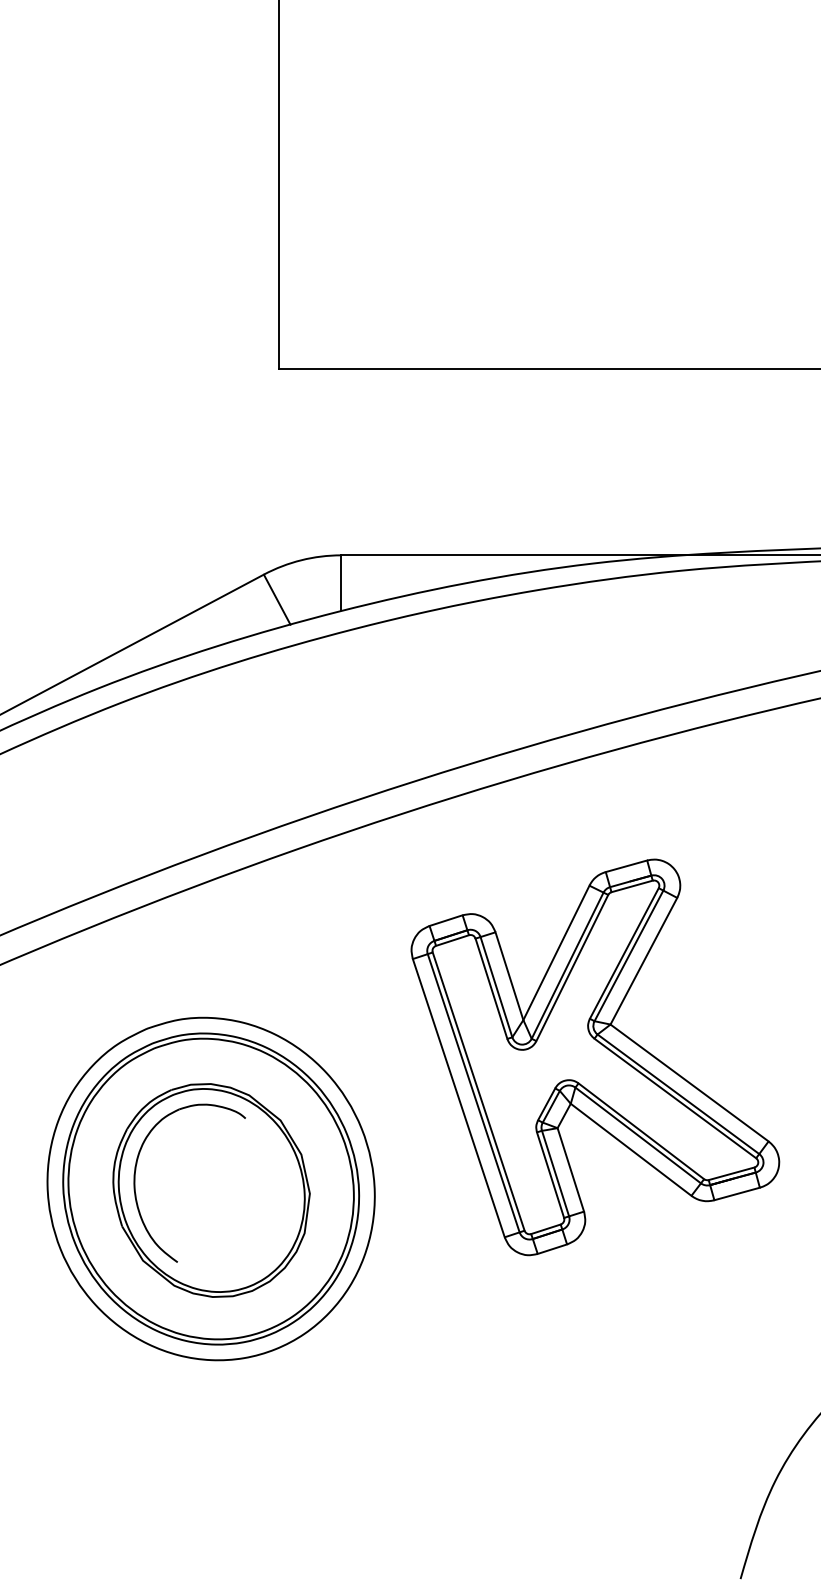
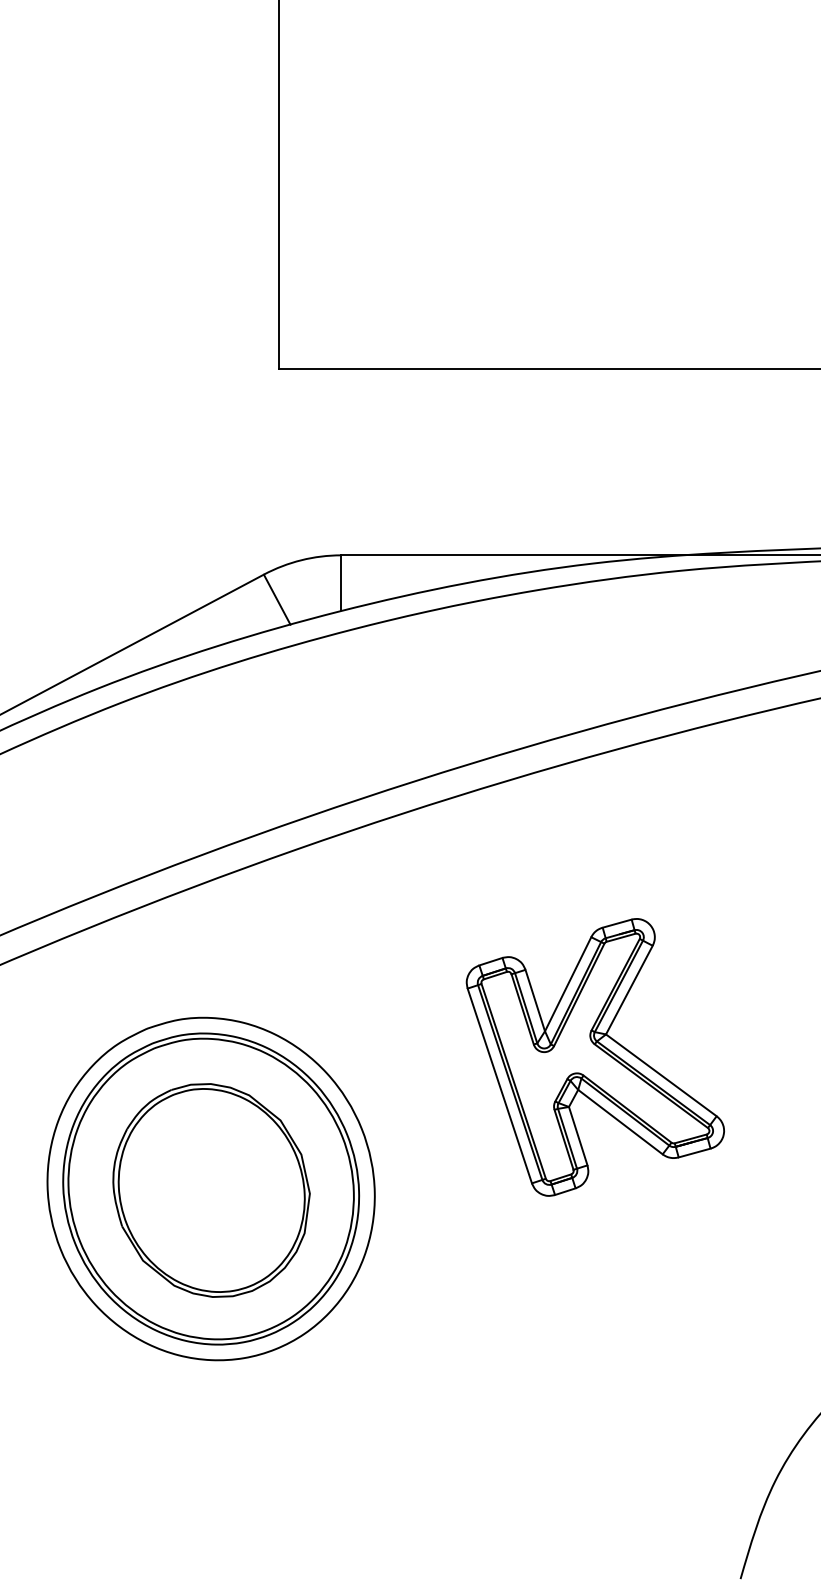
part at (595, 1057) size: 371x399 px -> 260x279 px
part at (135, 1182): present -> none
